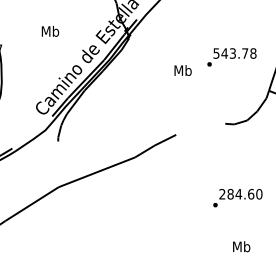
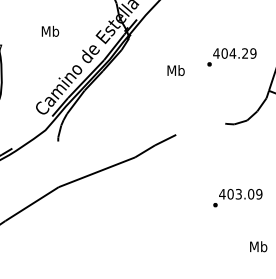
text at (234, 53): 543.78 -> 404.29
text at (182, 70) position: (182, 70) -> (175, 70)
text at (240, 193): 284.60 -> 403.09
text at (241, 246) position: (241, 246) -> (258, 246)
